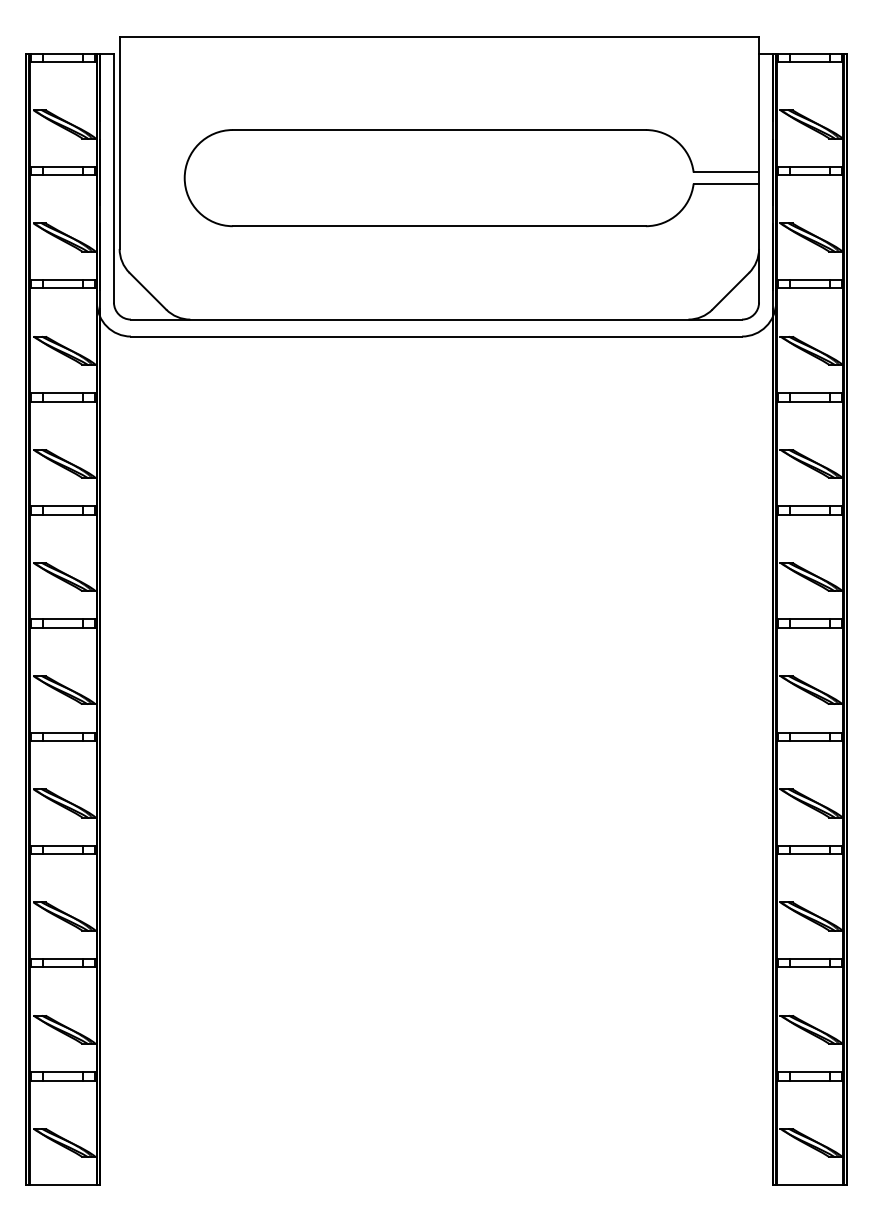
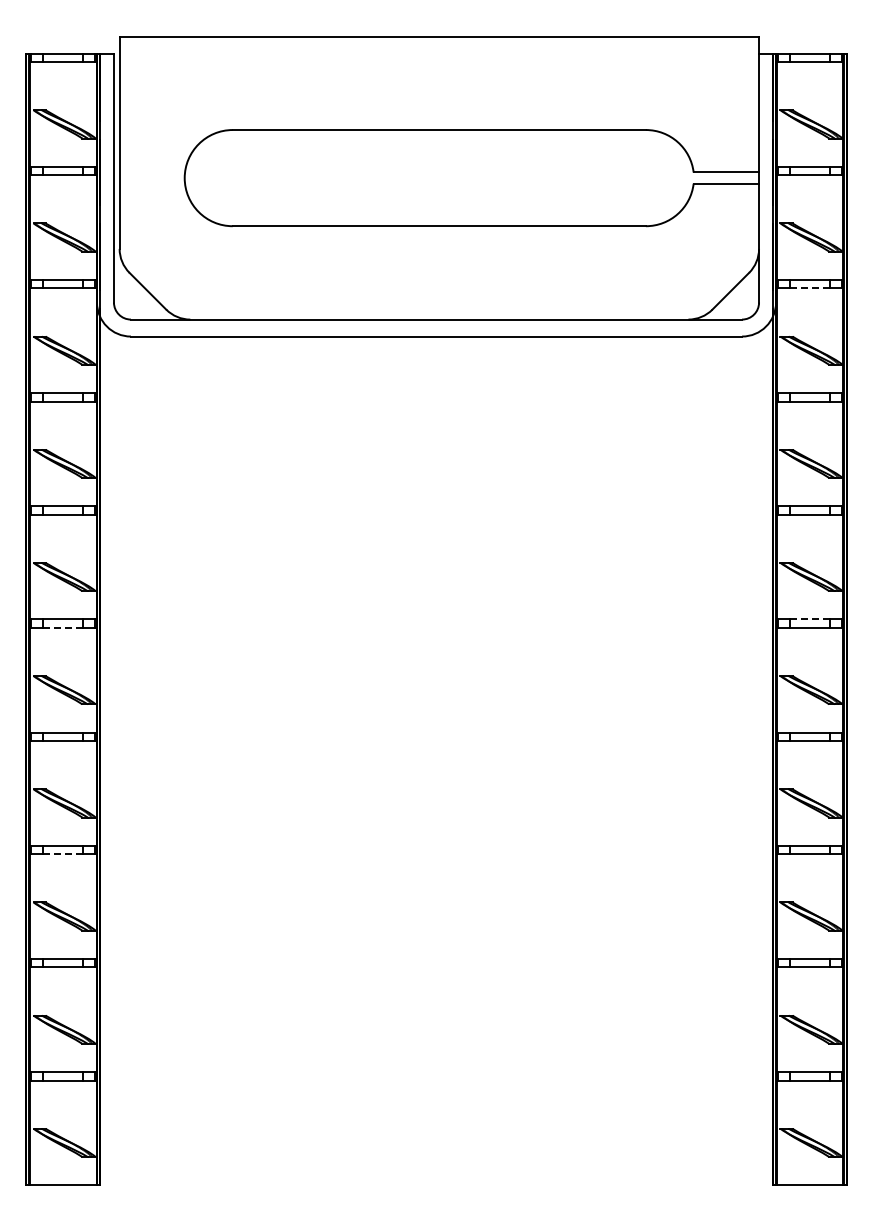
line at (809, 288): solid -> dashed
line at (809, 619): solid -> dashed
line at (63, 627): solid -> dashed
line at (63, 854): solid -> dashed
